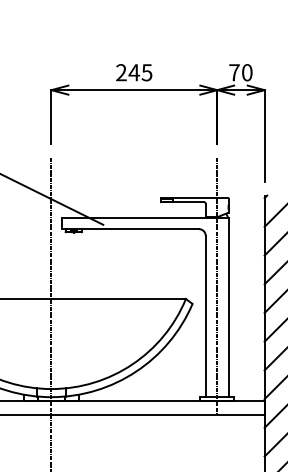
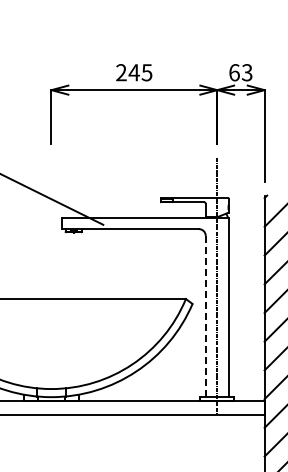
text at (240, 72): 70 -> 63
line at (51, 312): present -> none
line at (205, 316): solid -> dashed
